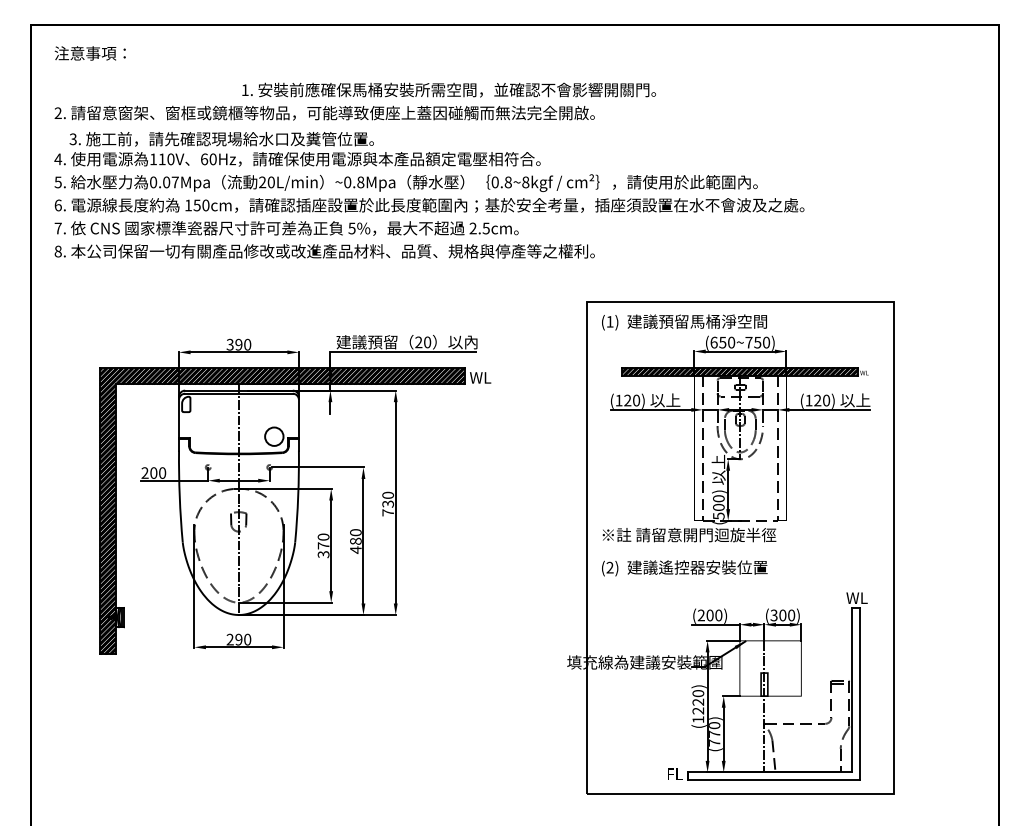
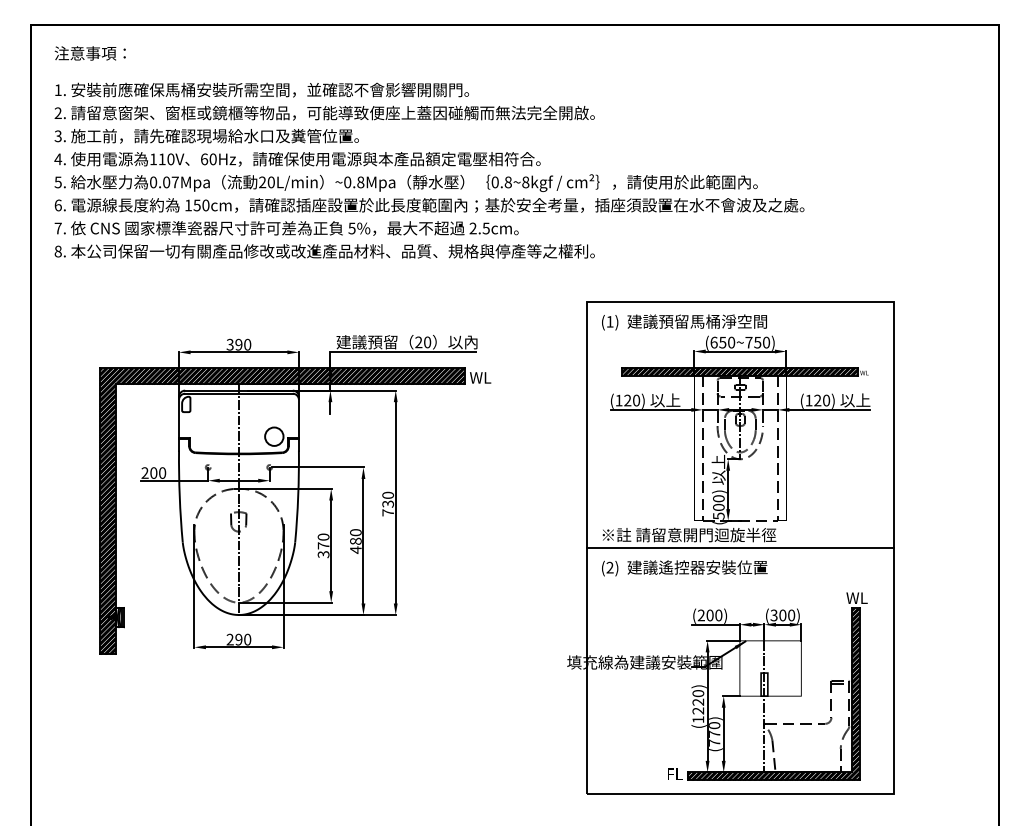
text at (448, 89) position: (448, 89) -> (261, 89)
text at (221, 139) position: (221, 139) -> (206, 136)
line at (740, 547): none -> present
hatch at (773, 694): none -> present
